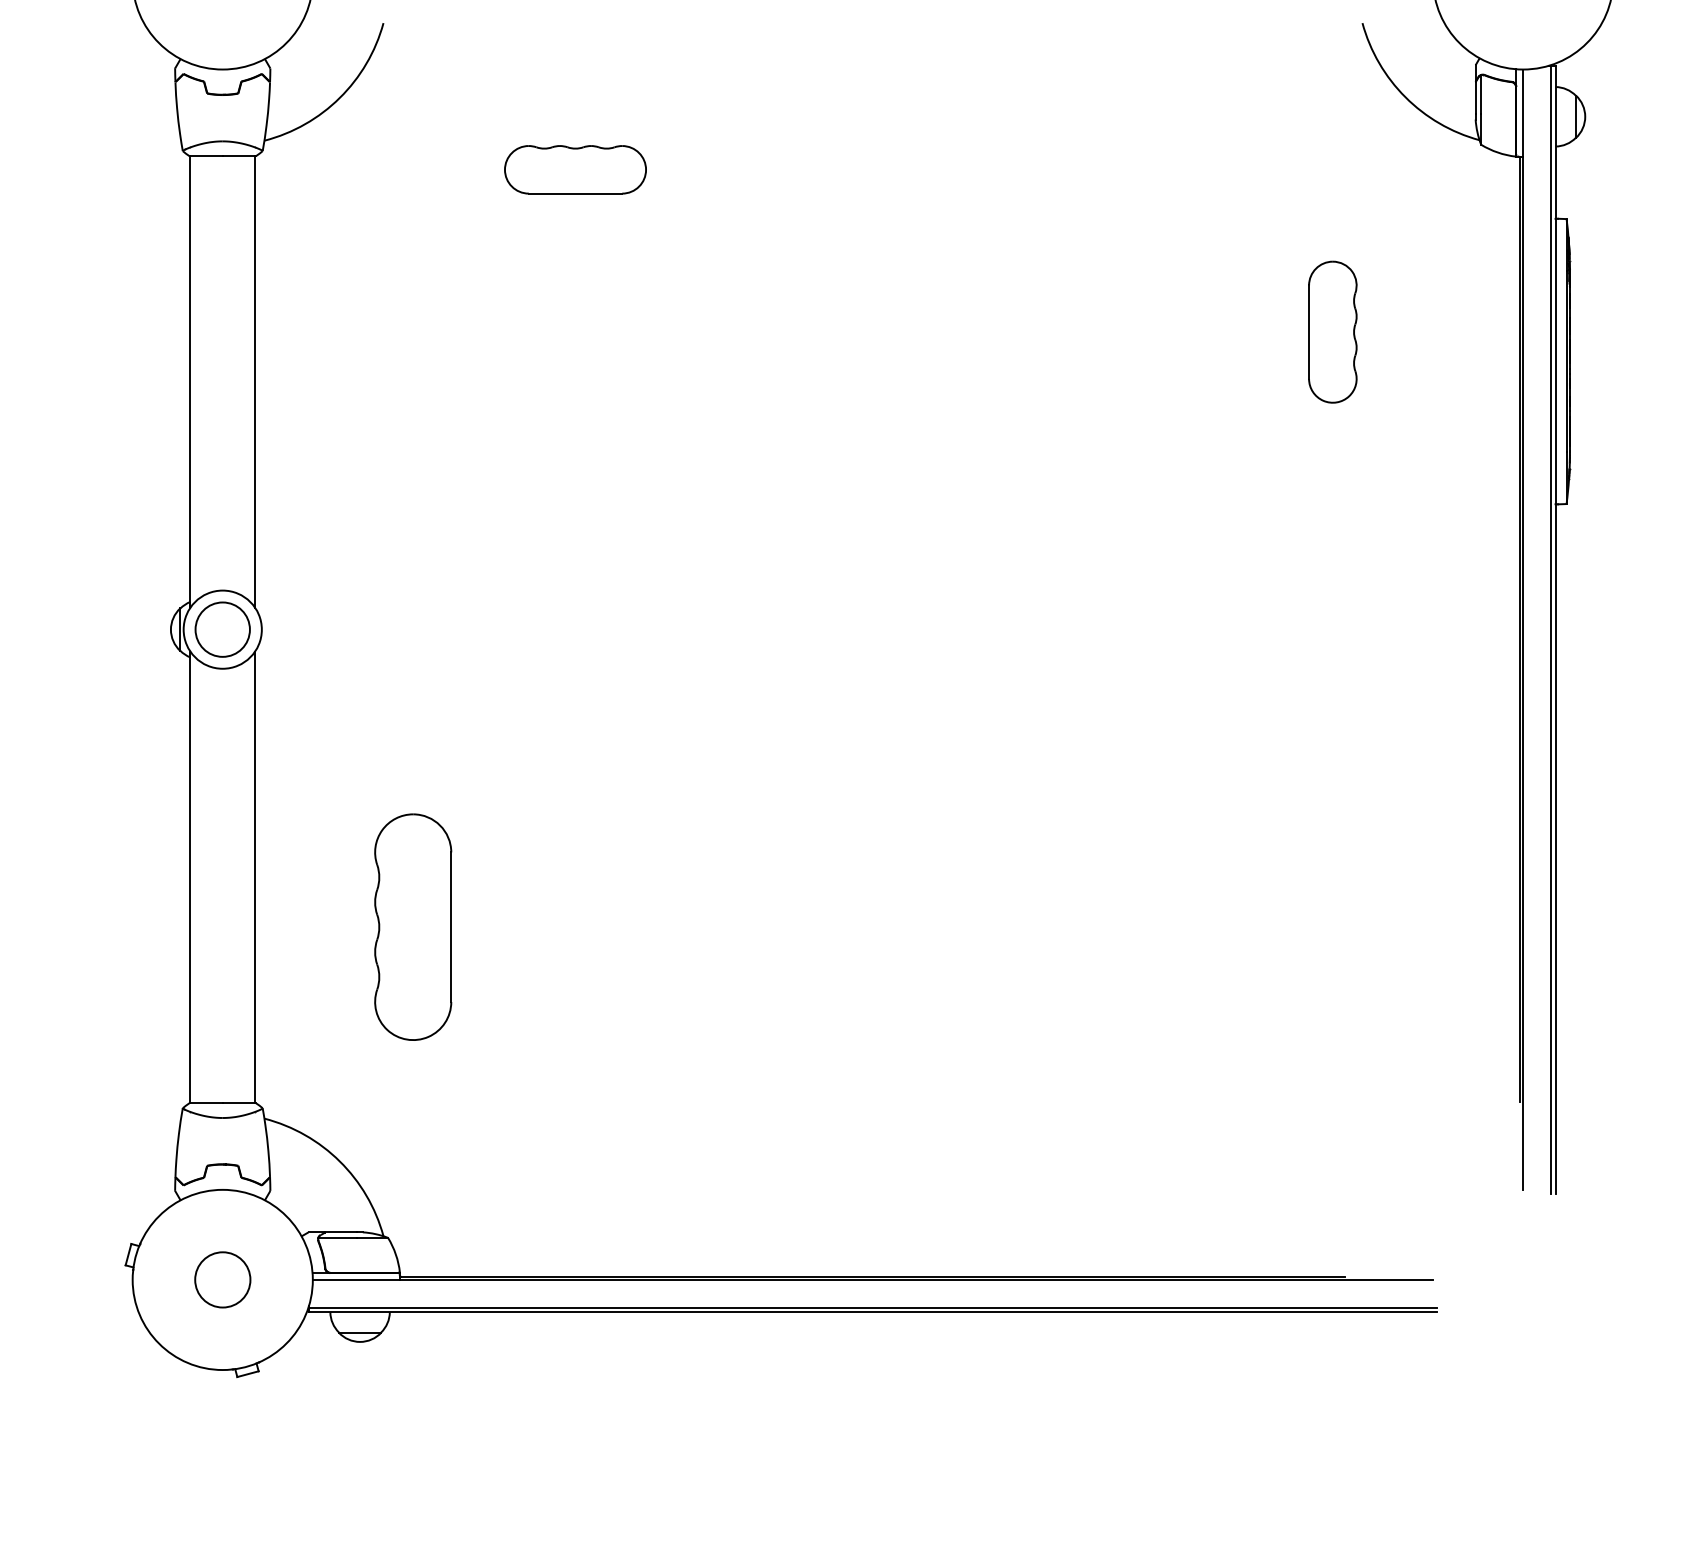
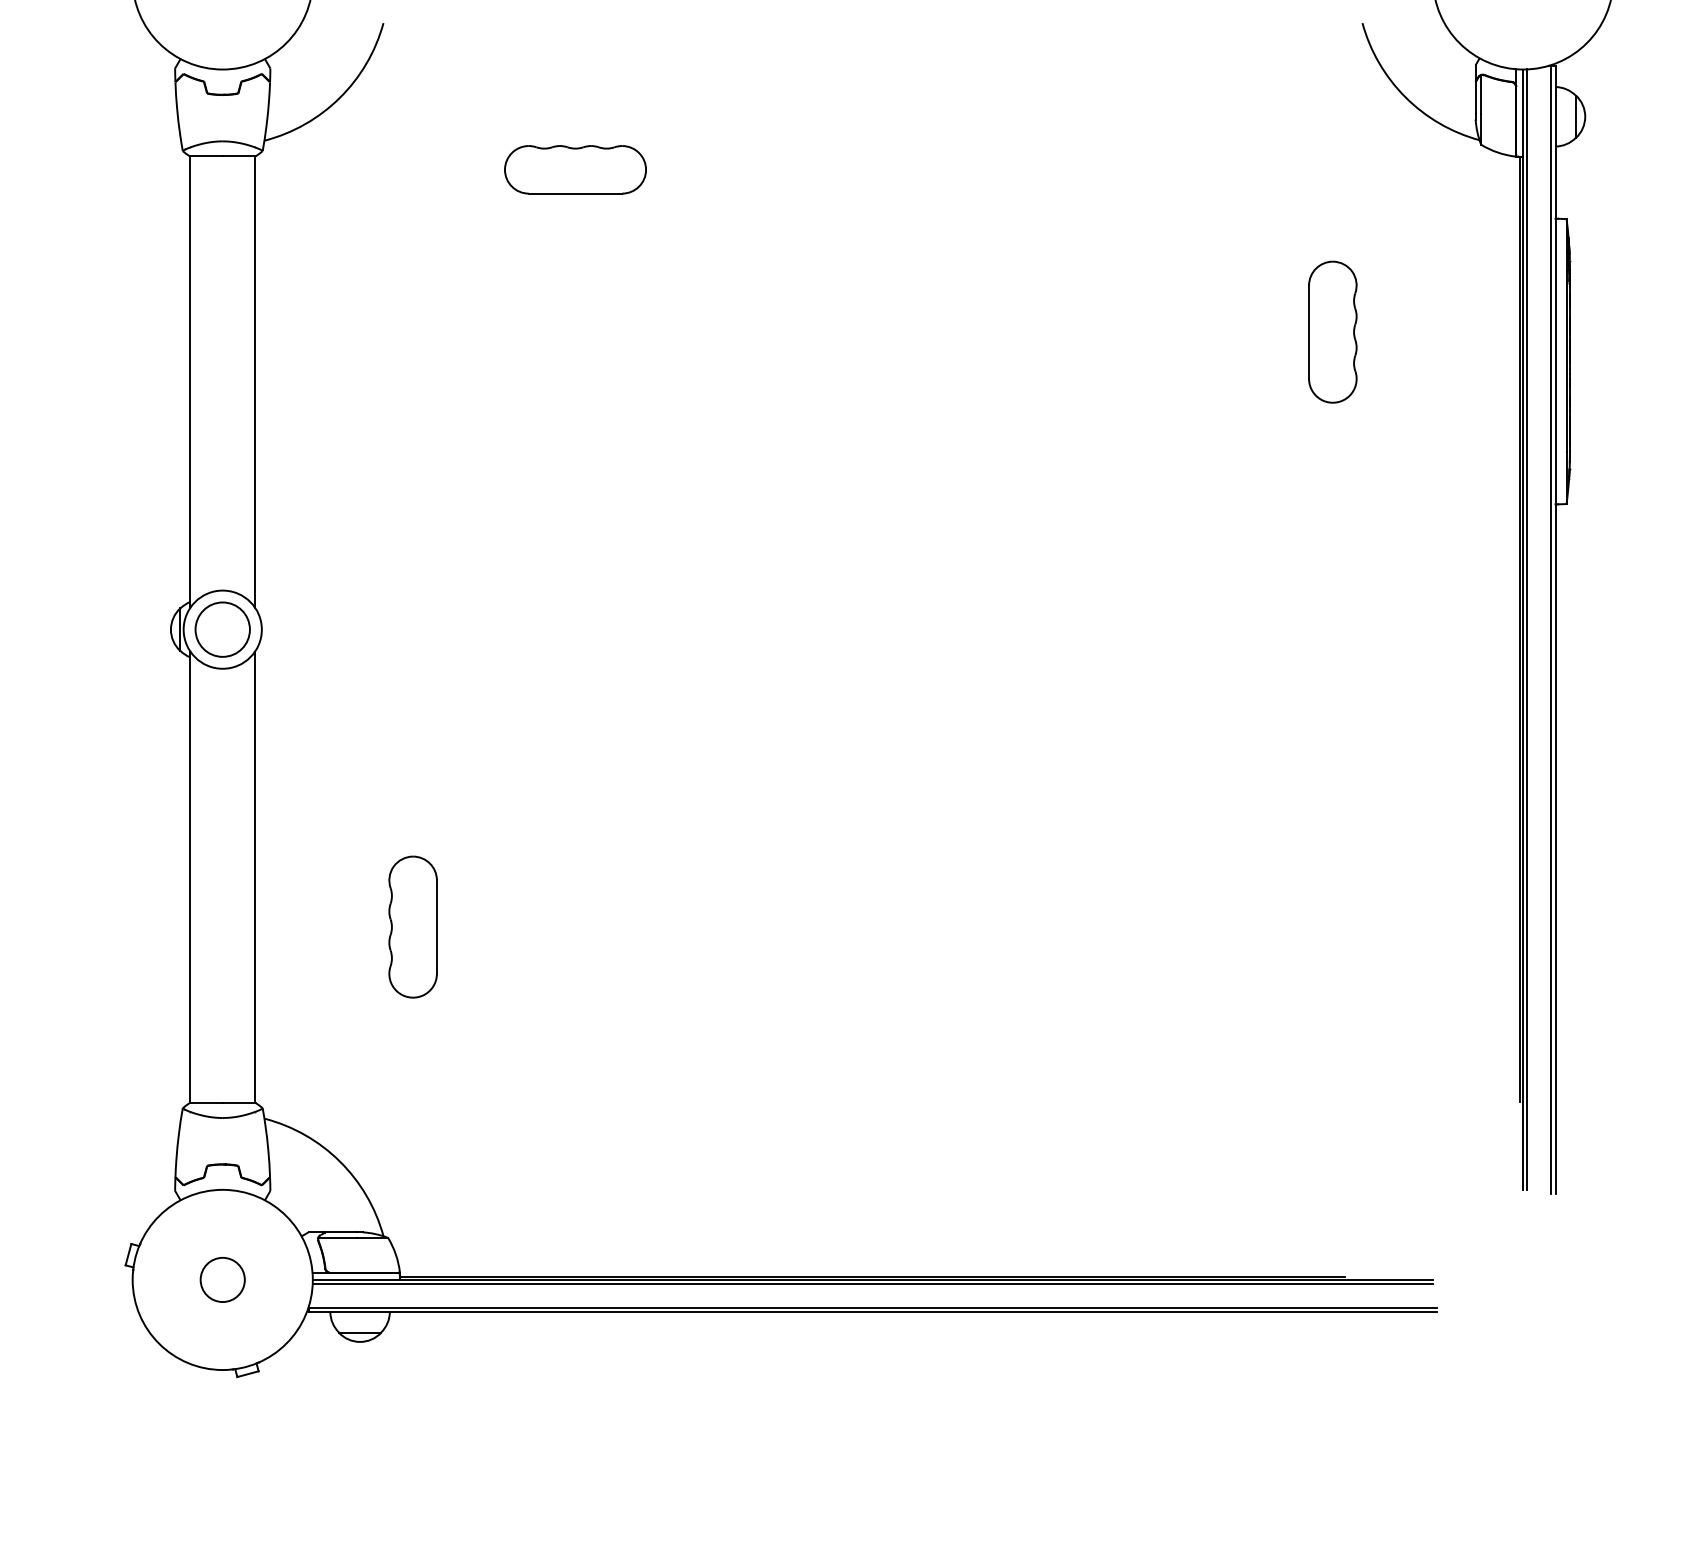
line at (1527, 629): none -> present
part at (413, 926) size: 79x228 px -> 50x144 px
circle at (222, 1279) size: 58x58 px -> 47x46 px
line at (872, 1284): none -> present
